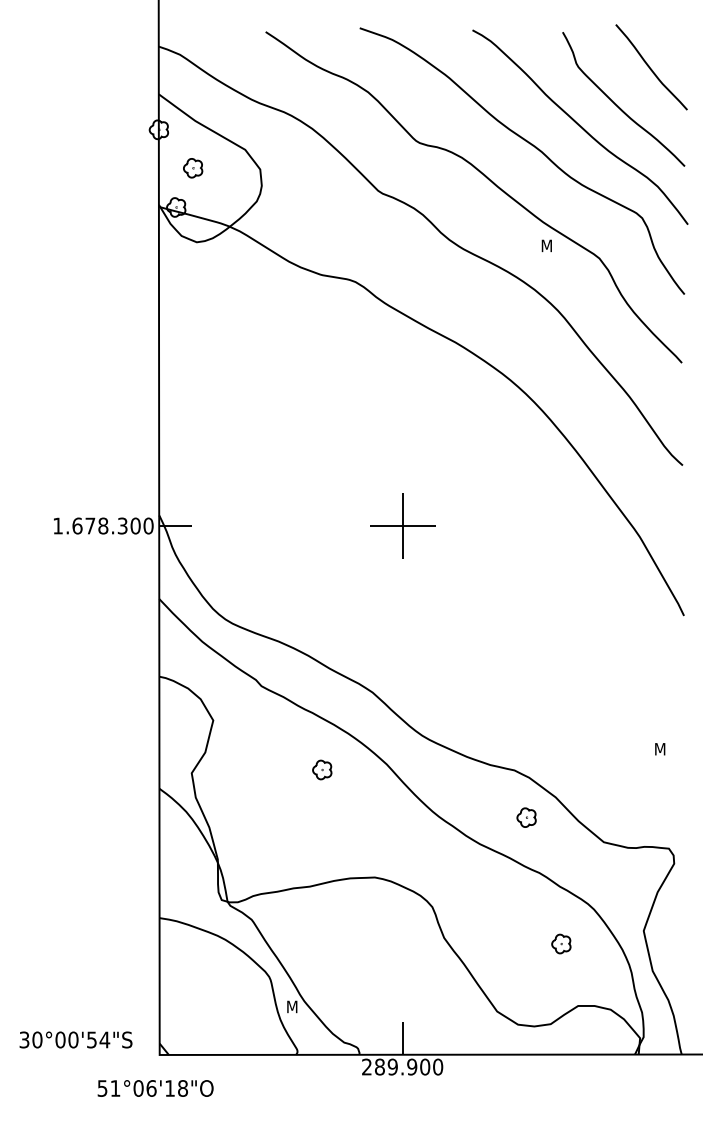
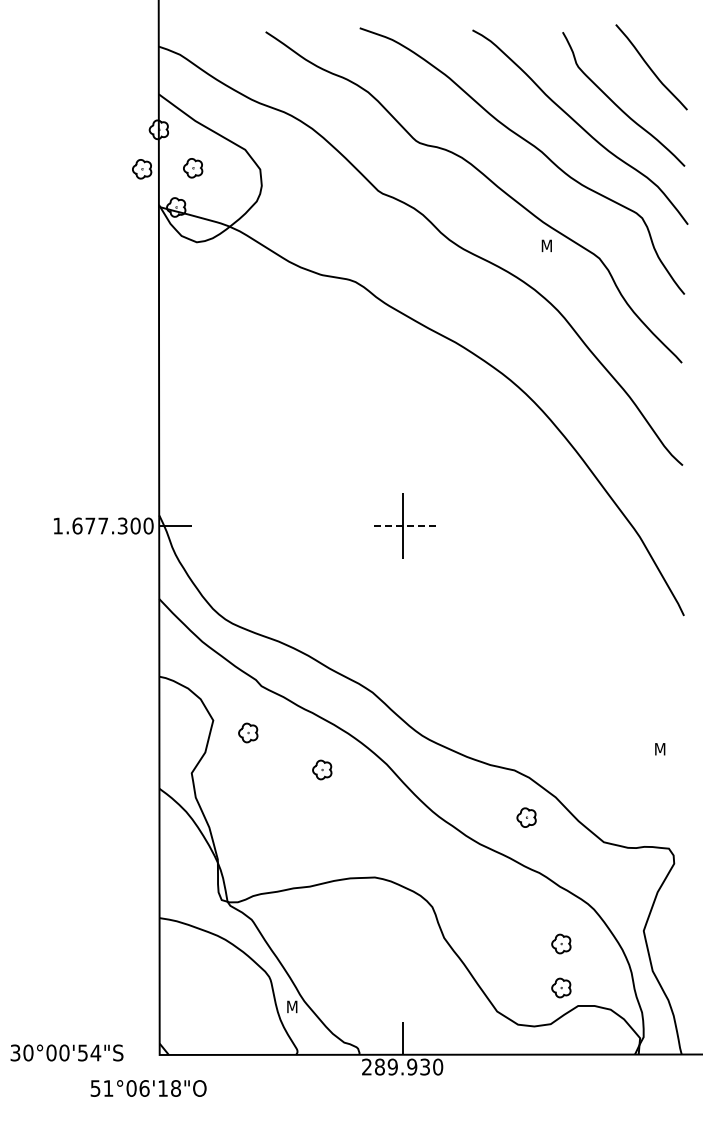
part at (142, 169): none -> present
text at (103, 525): 1.678.300 -> 1.677.300
line at (402, 526): solid -> dashed
part at (248, 732): none -> present
part at (561, 987): none -> present
text at (75, 1039) position: (75, 1039) -> (66, 1052)
text at (425, 1066): 289.900 -> 289.930
text at (155, 1088) position: (155, 1088) -> (148, 1088)
